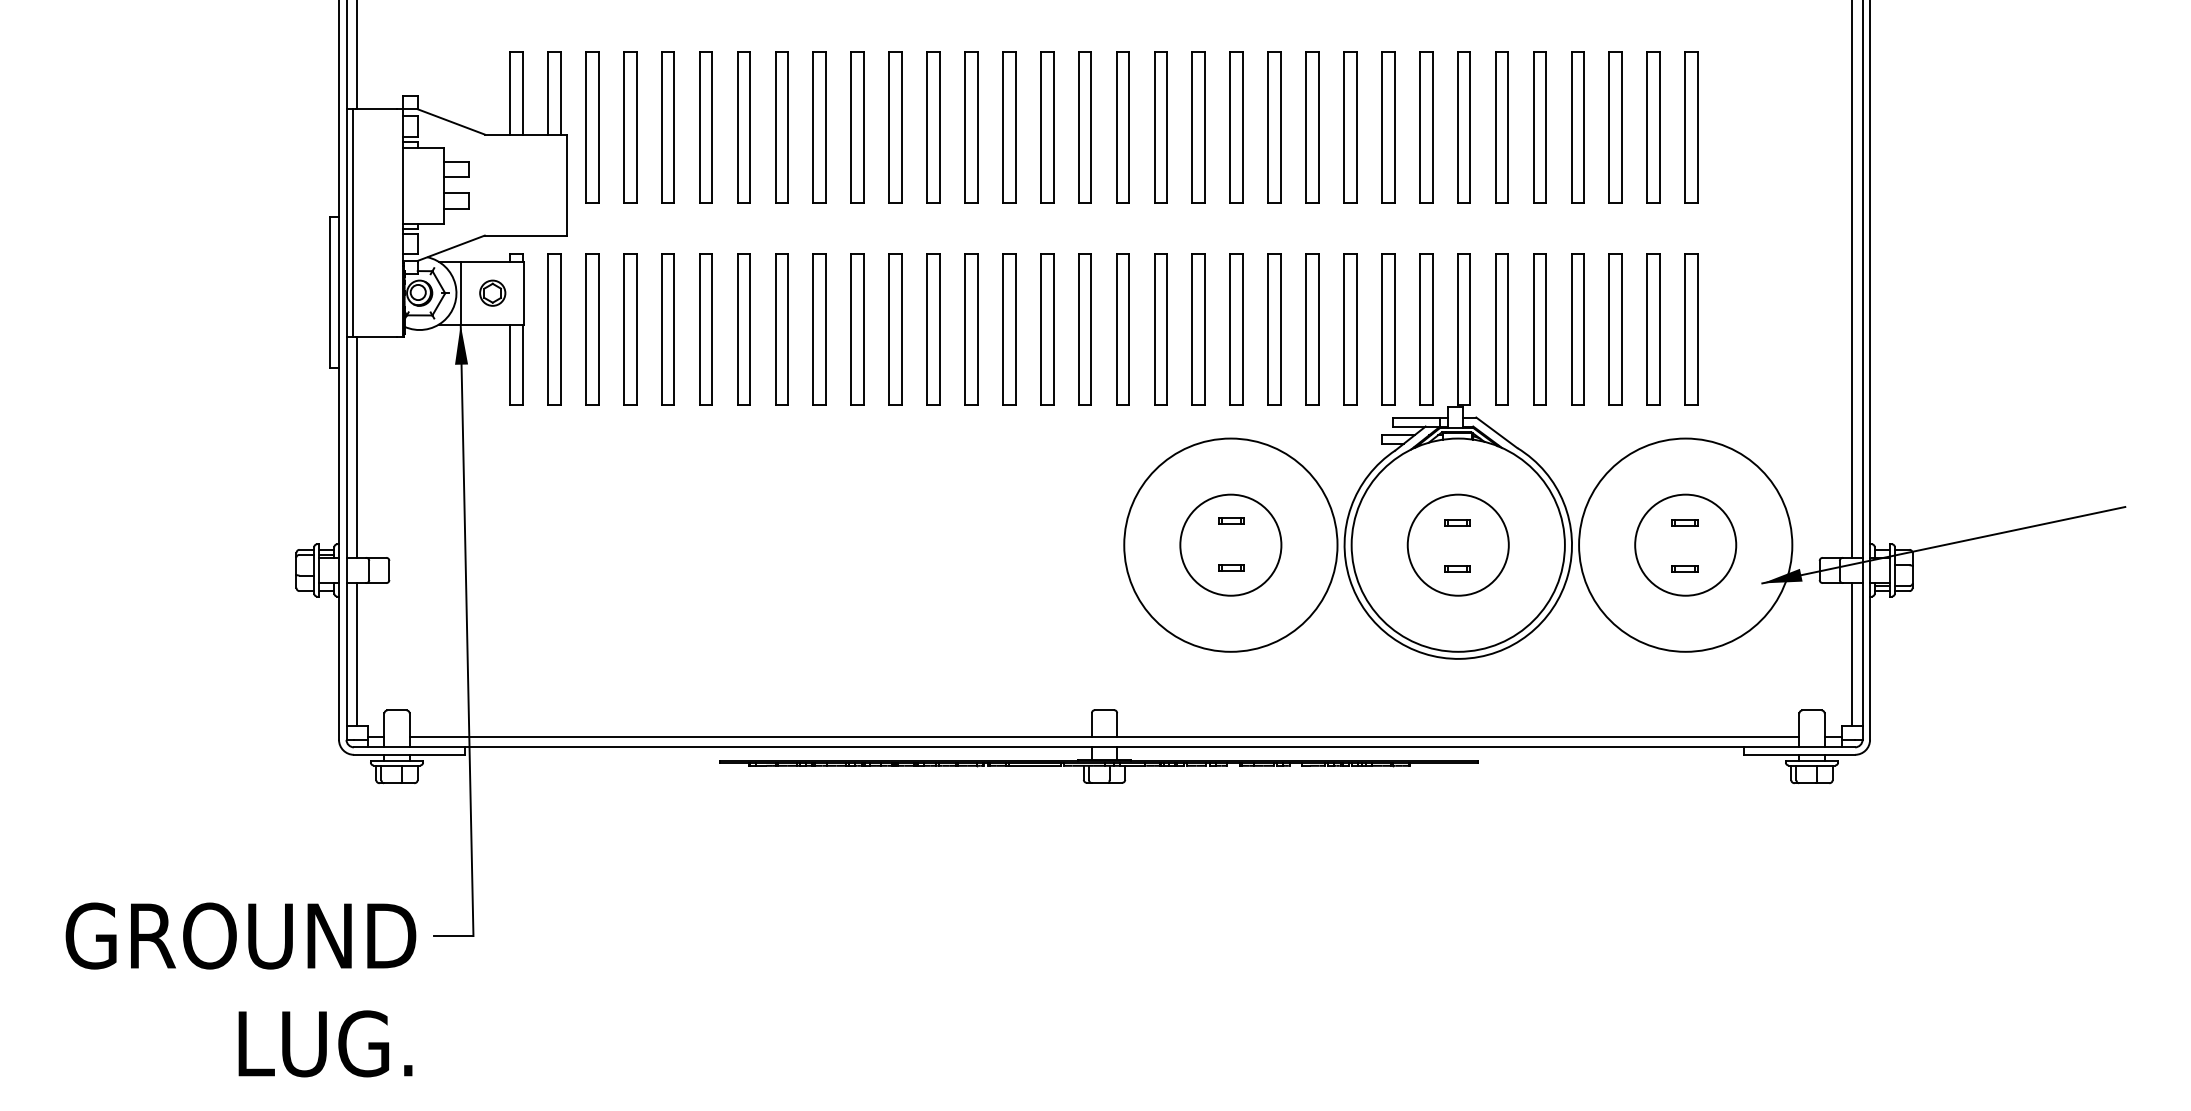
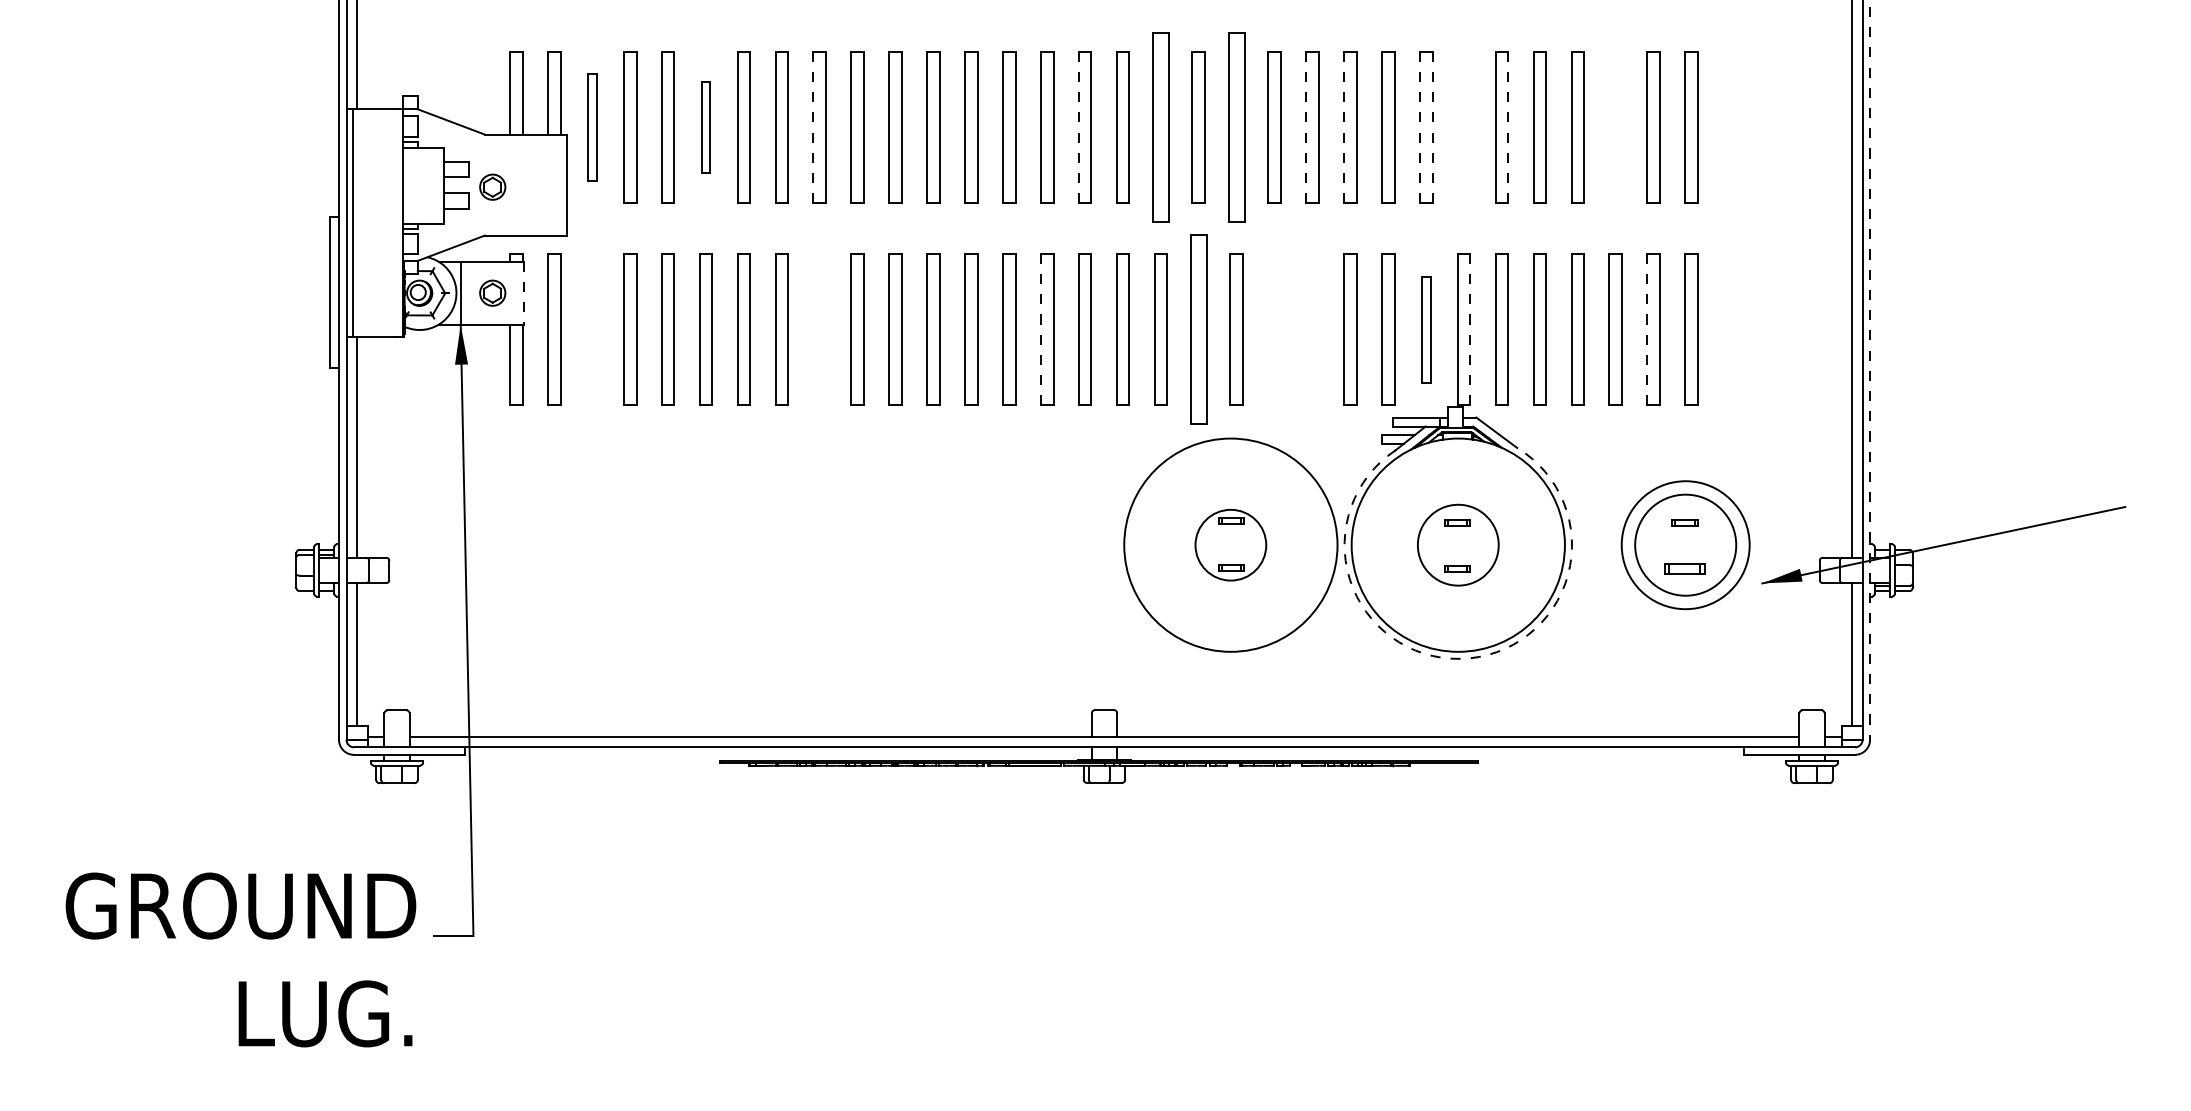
part at (592, 127) size: 15x153 px -> 11x109 px
part at (705, 127) size: 14x153 px -> 10x93 px
line at (813, 127): solid -> dashed
line at (1078, 127): solid -> dashed
part at (1160, 127) size: 14x153 px -> 18x191 px
part at (1236, 127) size: 15x153 px -> 18x191 px
line at (1306, 127): solid -> dashed
line at (1344, 127): solid -> dashed
line at (1419, 127): solid -> dashed
line at (1432, 127): solid -> dashed
part at (1463, 127): present -> none
line at (1508, 127): solid -> dashed
part at (1615, 127): present -> none
part at (492, 186): none -> present
line at (523, 293): solid -> dashed
part at (592, 329): present -> none
part at (819, 329): present -> none
line at (1040, 329): solid -> dashed
part at (1198, 329) size: 15x153 px -> 18x191 px
part at (1274, 329): present -> none
part at (1312, 329): present -> none
part at (1426, 329) size: 15x153 px -> 11x108 px
line at (1470, 329): solid -> dashed
line at (1647, 329): solid -> dashed
line at (1870, 370): solid -> dashed
circle at (1230, 544) diameter: 101 px -> 71 px
circle at (1457, 544) diameter: 101 px -> 81 px
circle at (1685, 544) diameter: 213 px -> 128 px
part at (1684, 568) size: 28x8 px -> 42x12 px
arc at (1460, 658): solid -> dashed
text at (240, 989) position: (240, 989) -> (240, 959)
